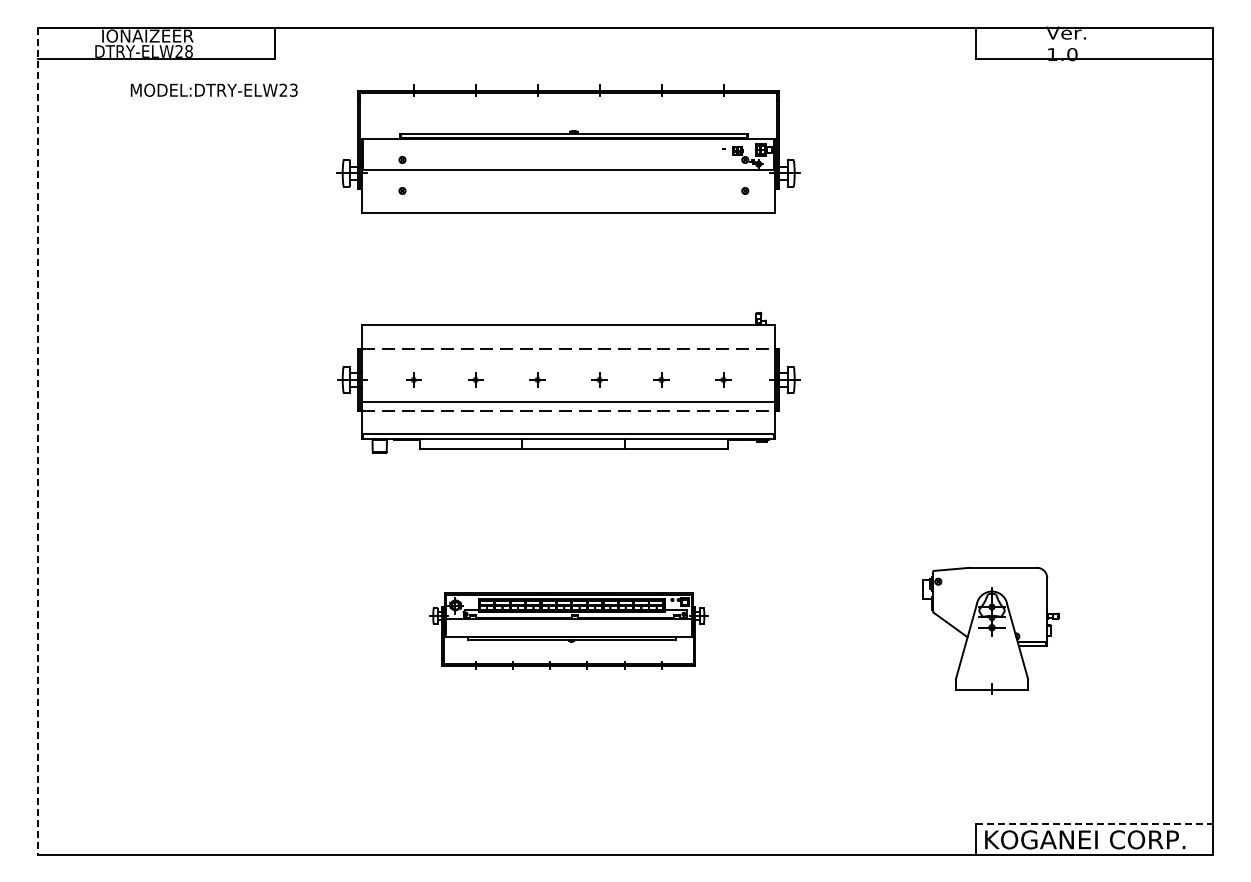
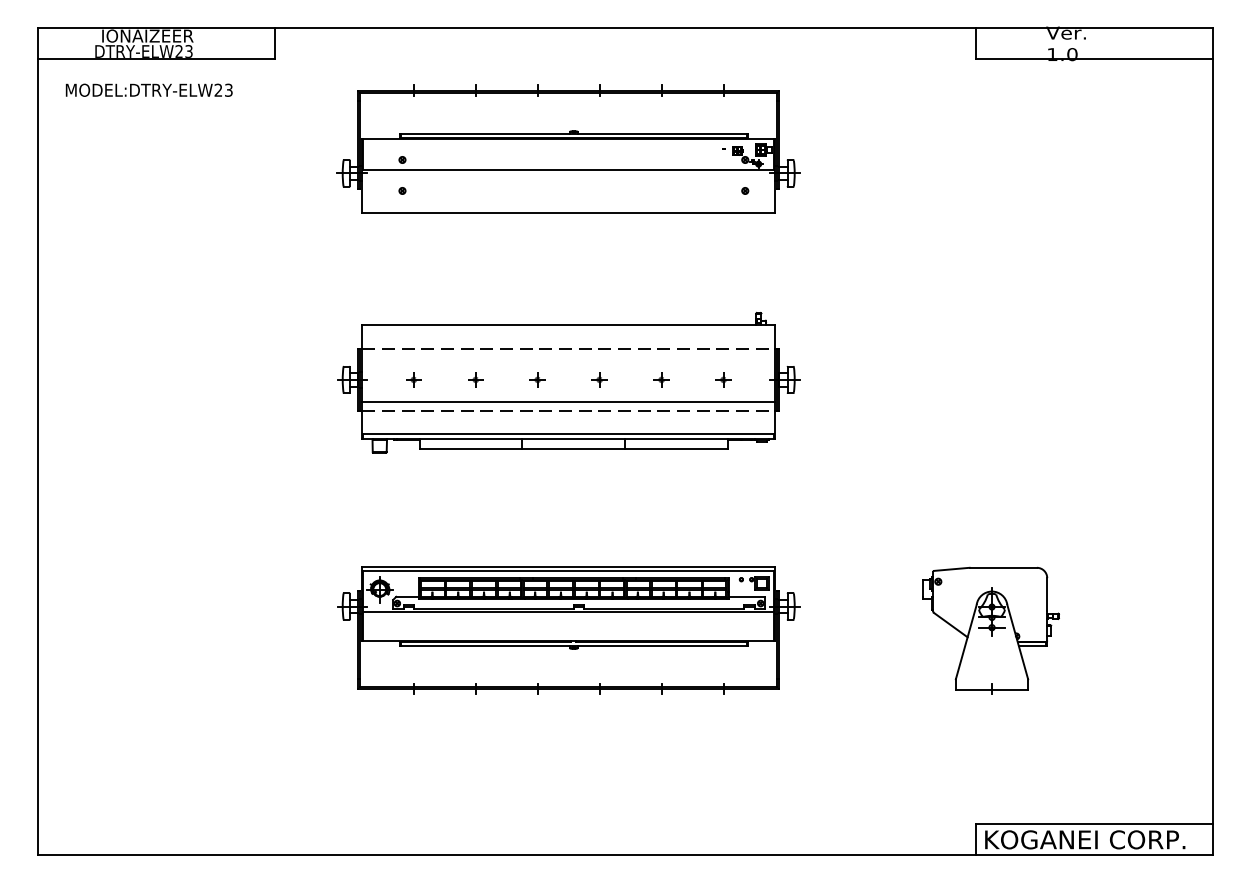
text at (188, 51): DTRY-ELW28 -> DTRY-ELW23
text at (213, 89) position: (213, 89) -> (148, 89)
line at (37, 442): dashed -> solid
part at (568, 630) size: 280x78 px -> 464x129 px
line at (1094, 824): dashed -> solid
